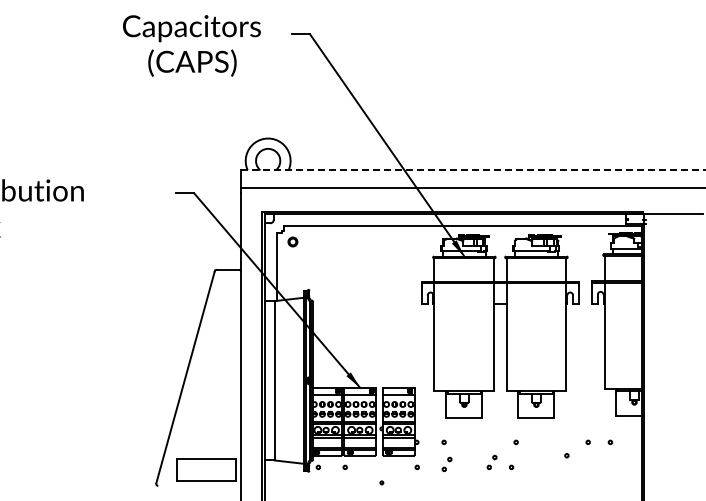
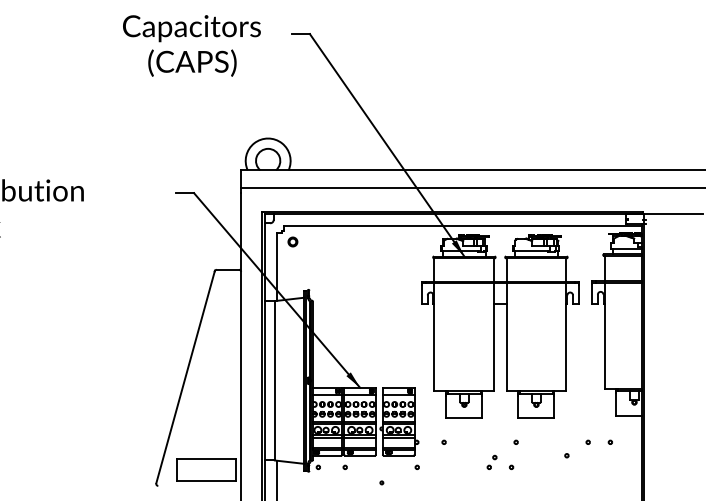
line at (474, 170): dashed -> solid
part at (446, 463): present -> none
line at (277, 478): none -> present
